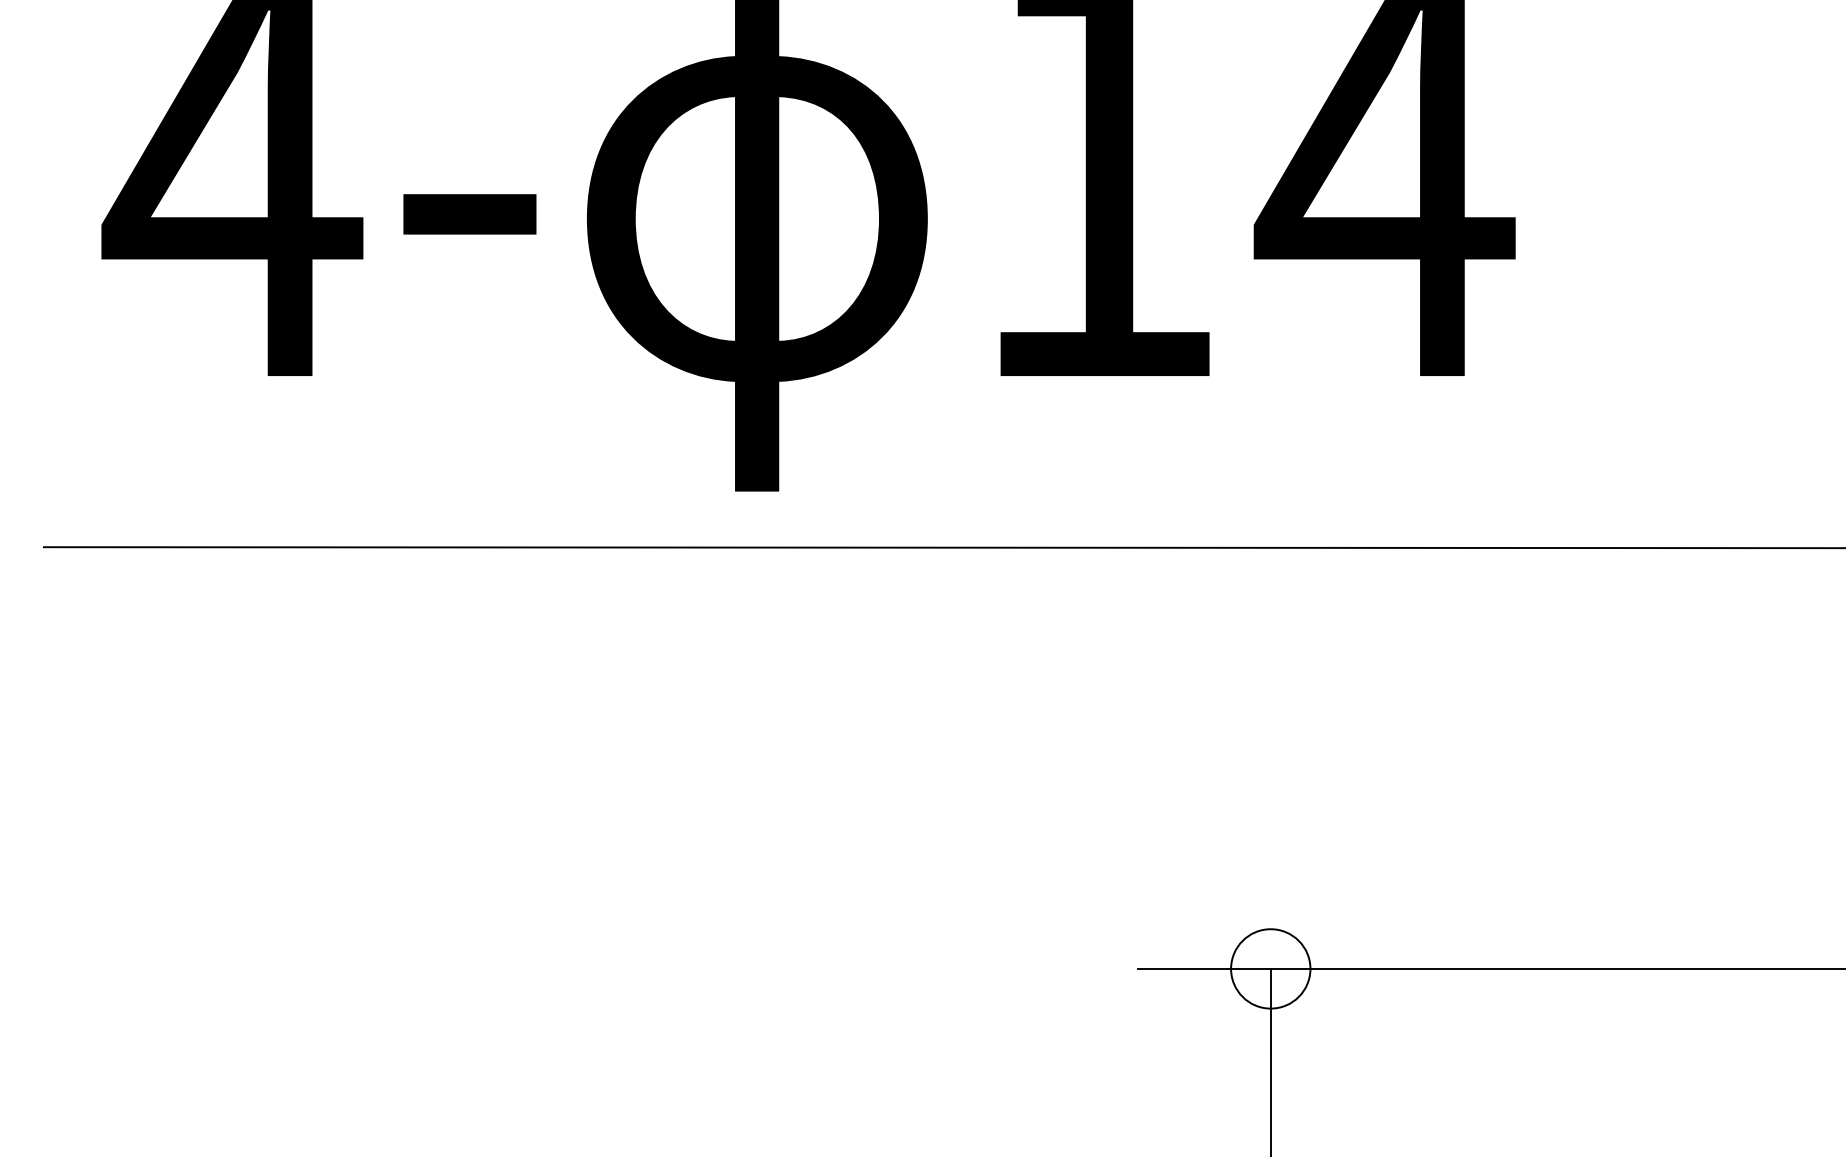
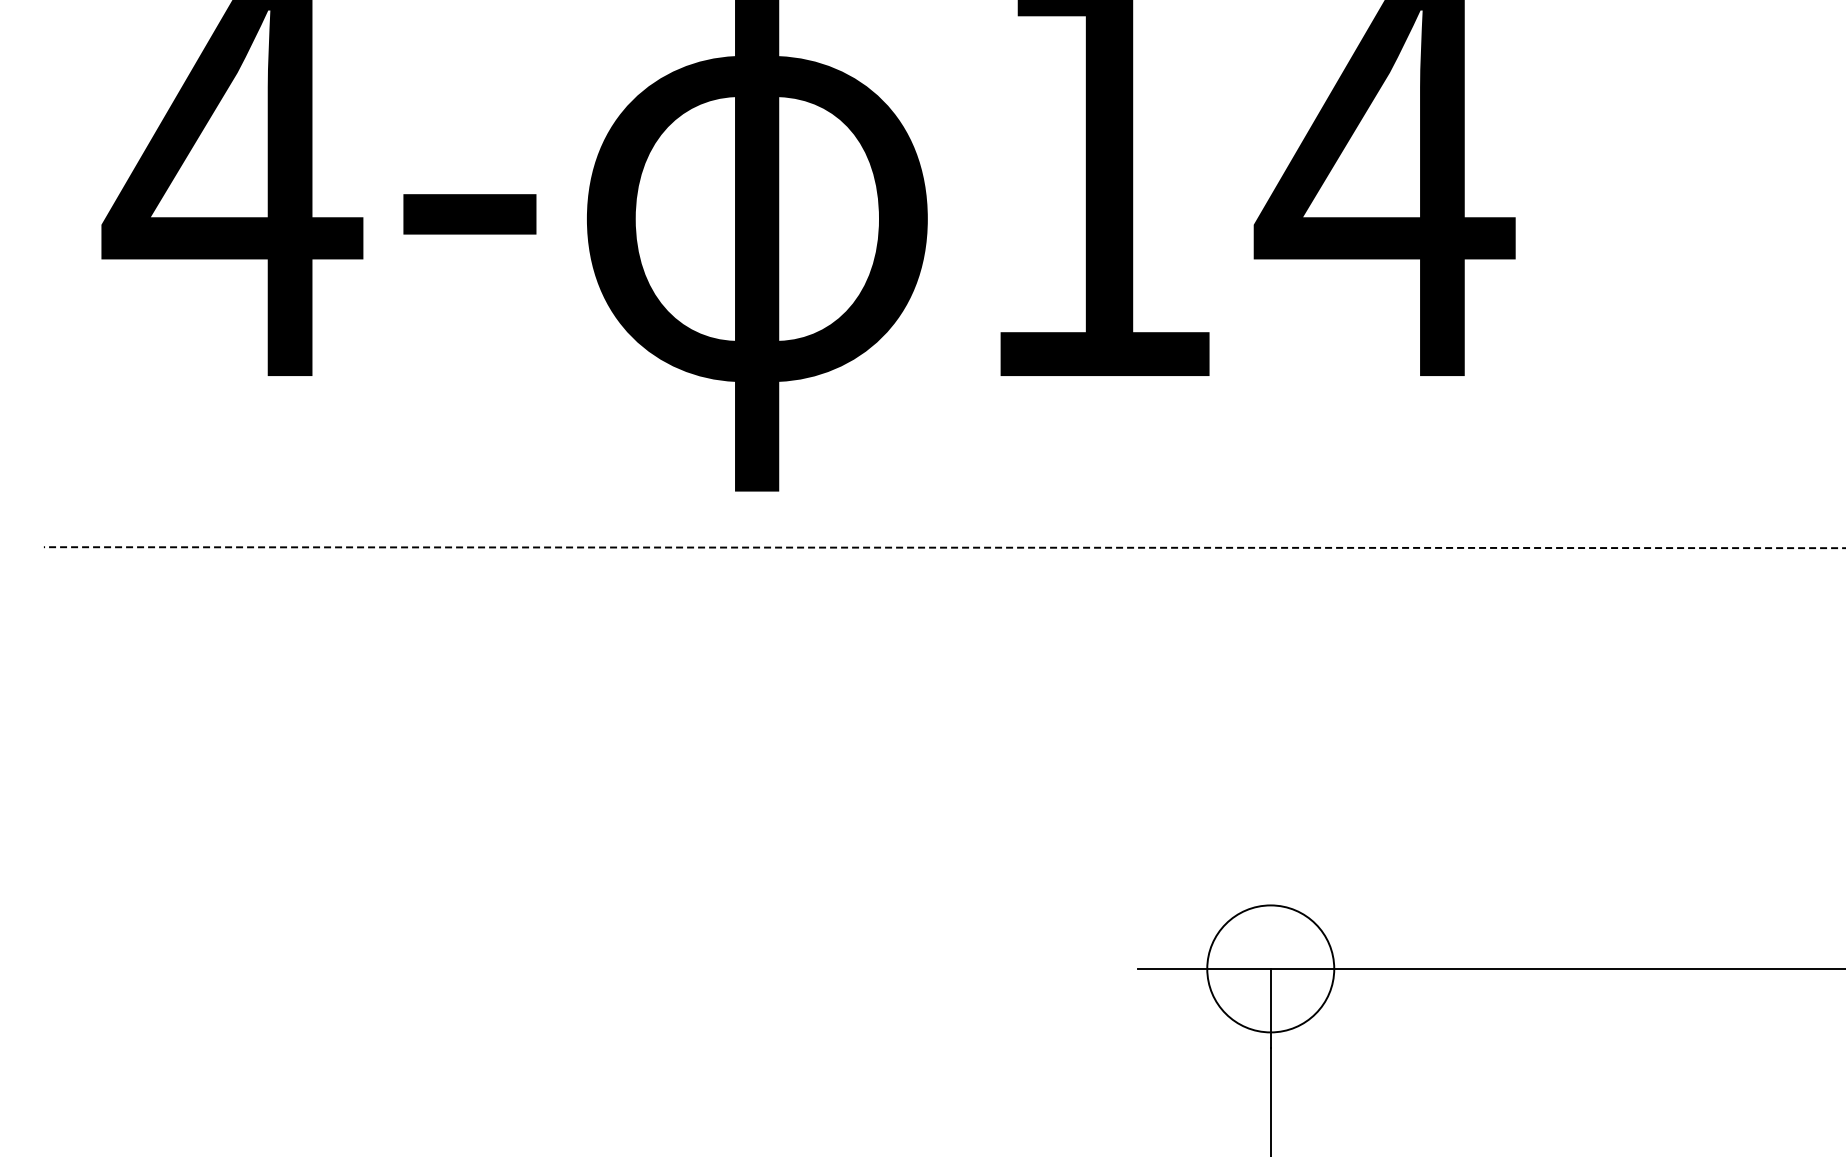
line at (944, 547): solid -> dashed
circle at (1270, 968) diameter: 79 px -> 127 px
